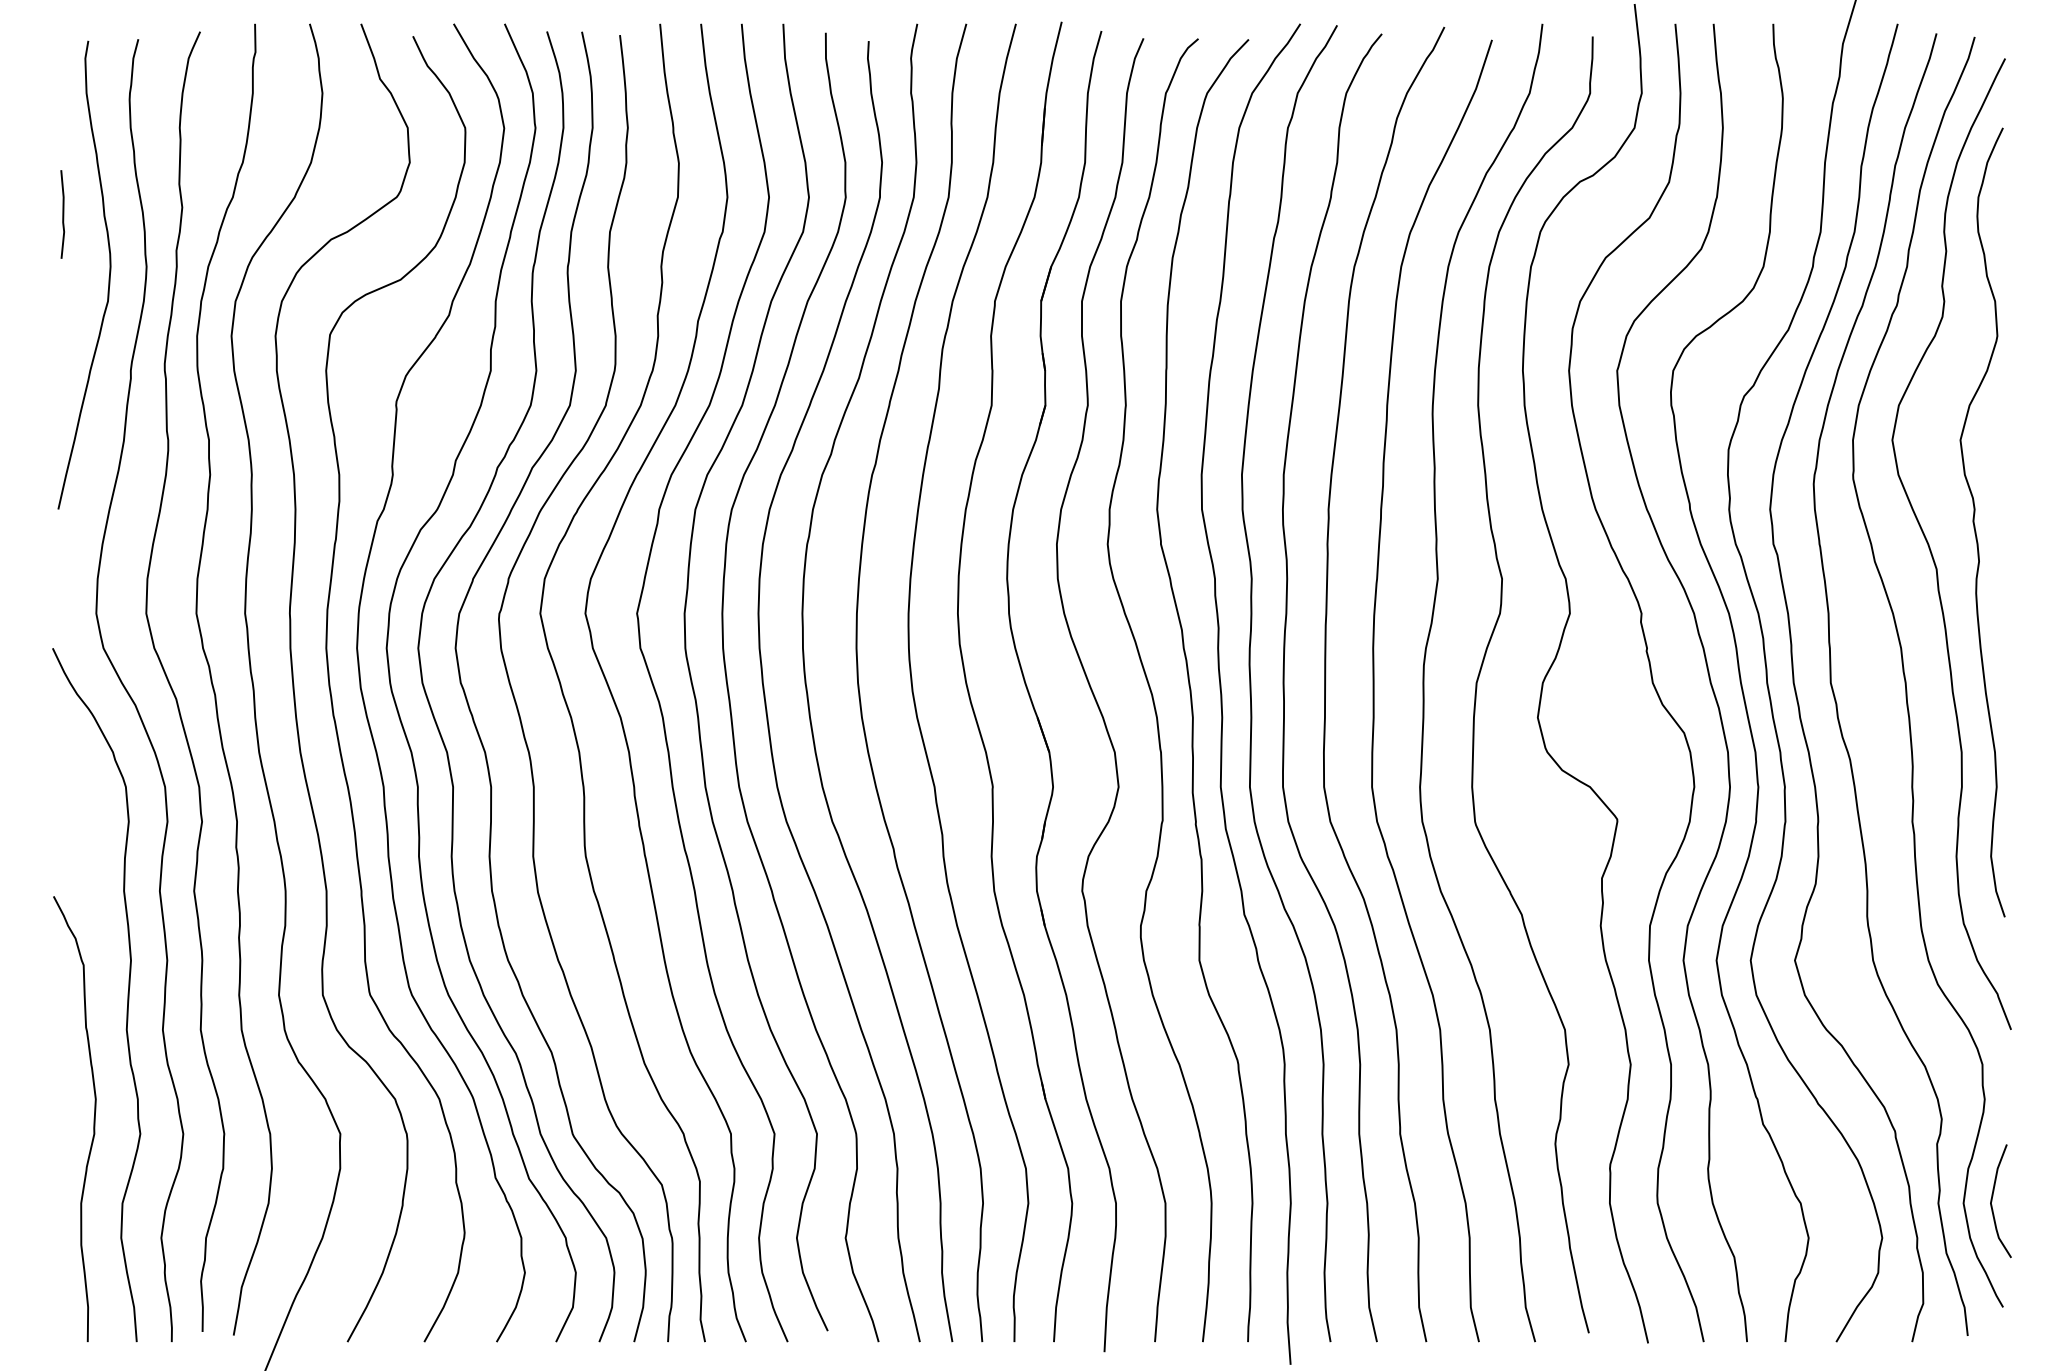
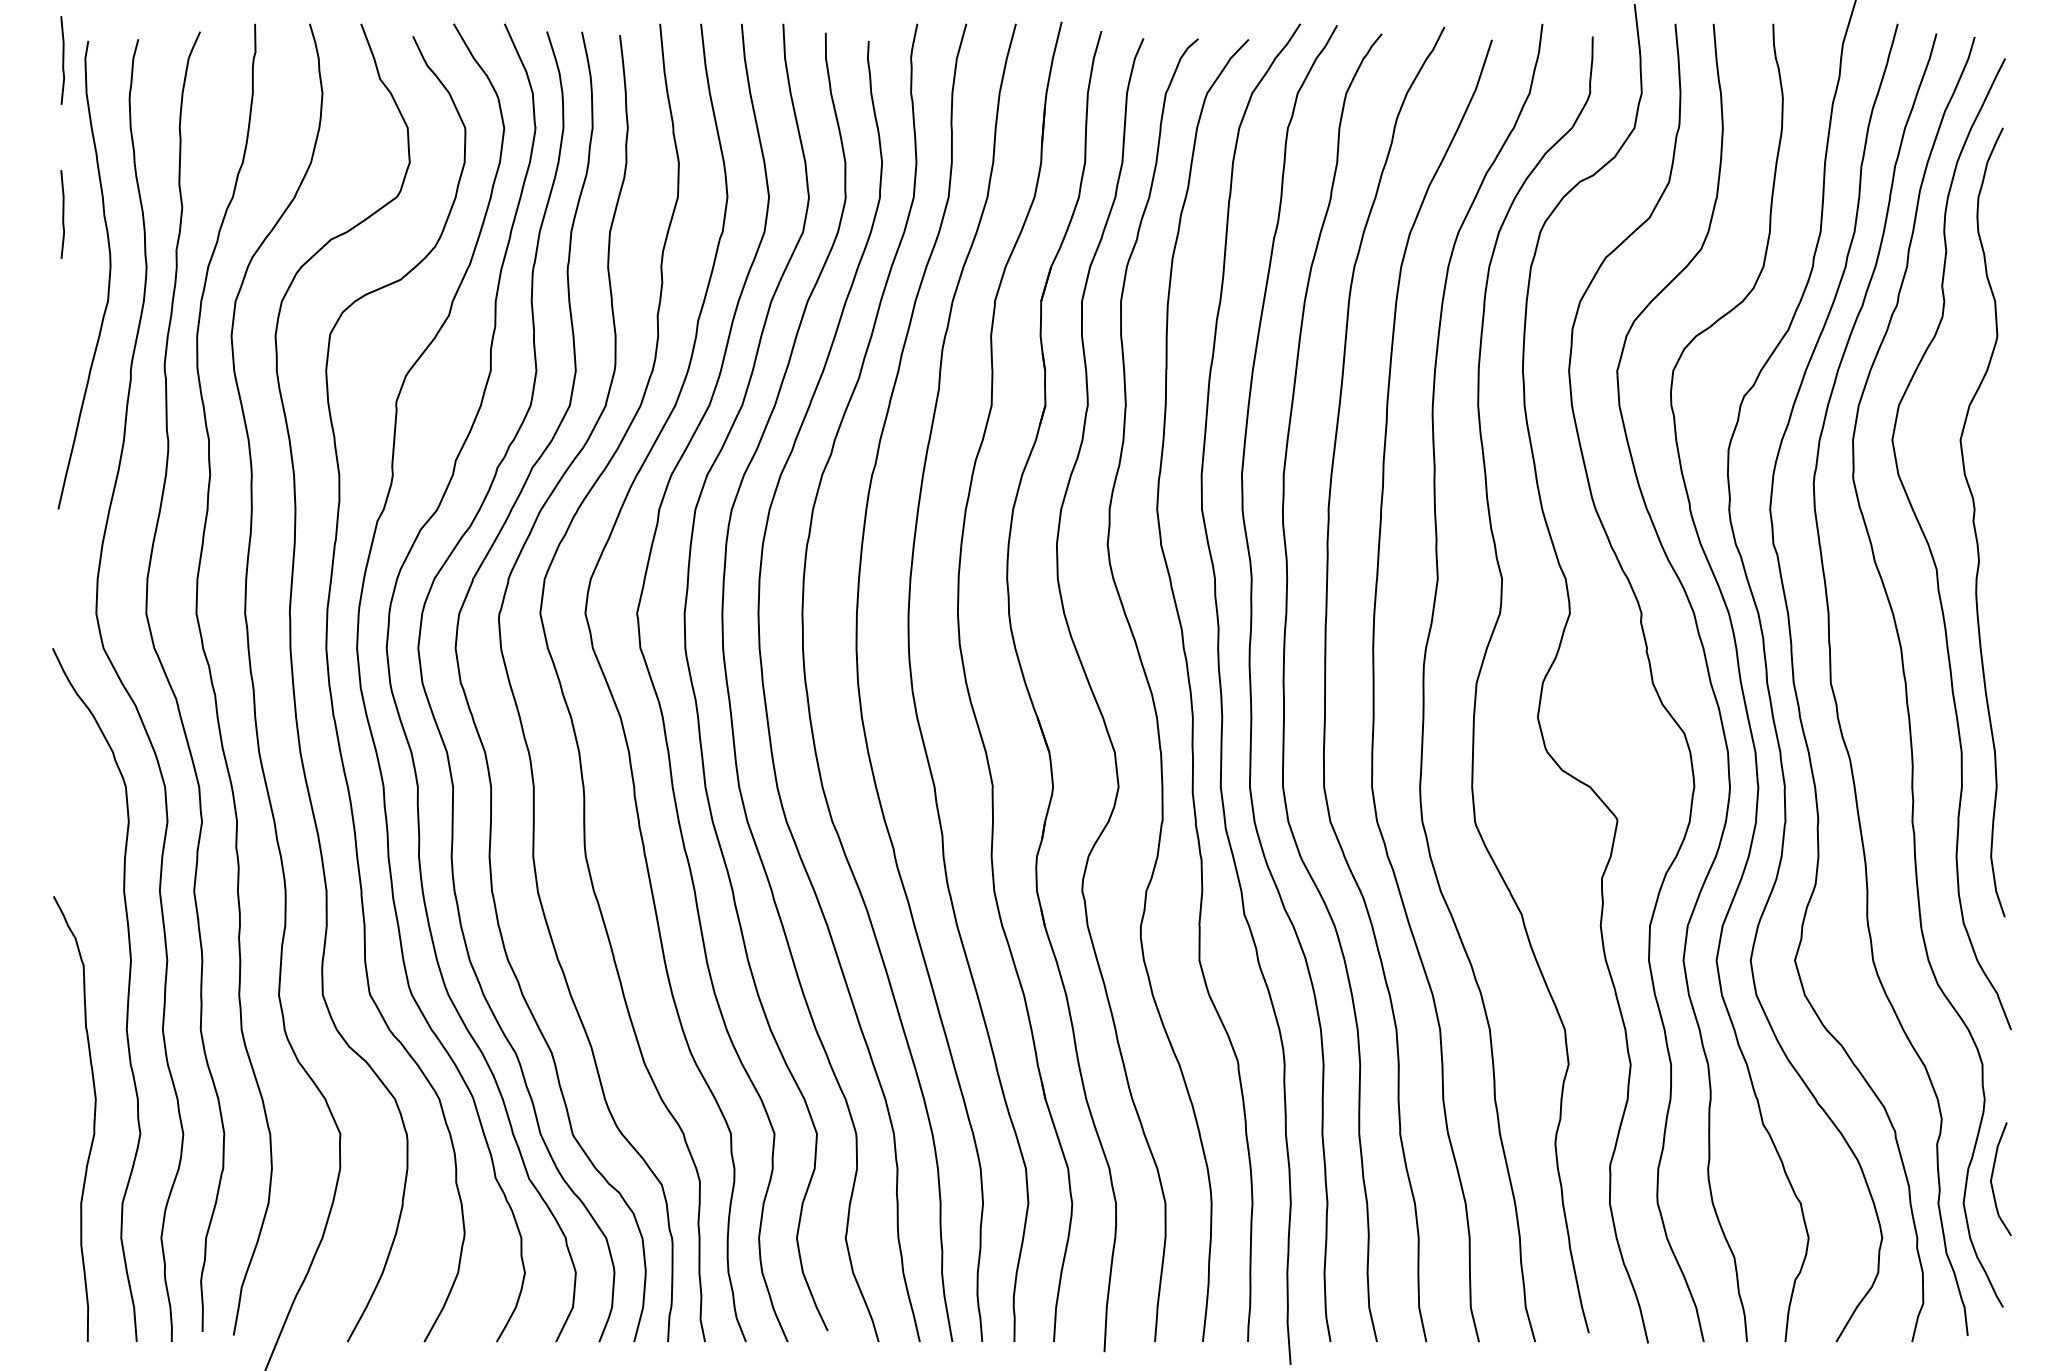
line at (62, 60): none -> present
curve at (1992, 1201) position: (1992, 1201) -> (1992, 1179)
